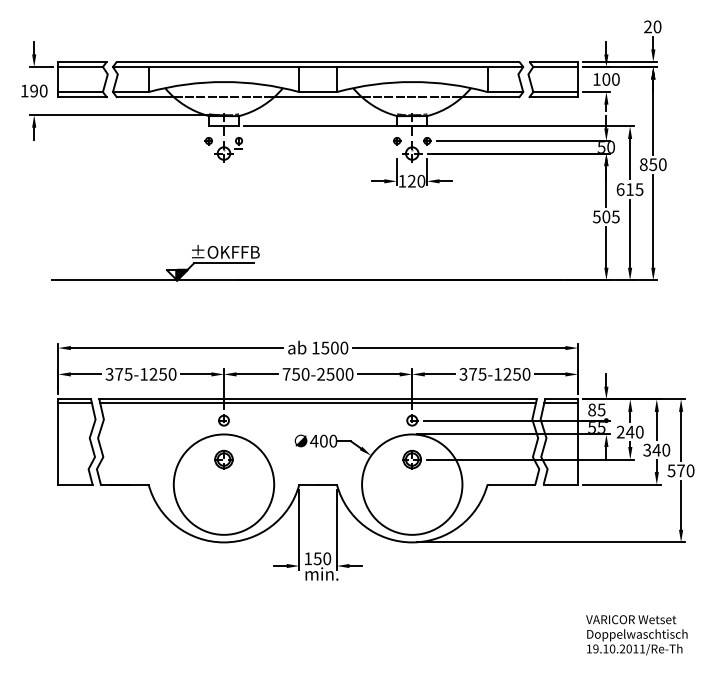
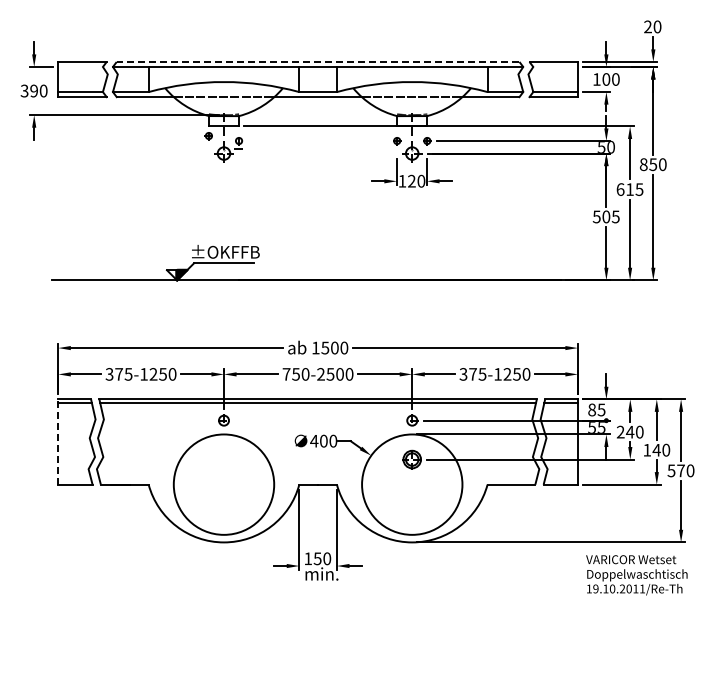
line at (317, 61): solid -> dashed
line at (80, 66): present -> none
line at (555, 66): present -> none
text at (24, 90): 190 -> 390
part at (208, 141) position: (208, 141) -> (208, 136)
line at (58, 442): solid -> dashed
text at (646, 449): 340 -> 140
part at (223, 459): present -> none
text at (636, 635) position: (636, 635) -> (636, 575)
